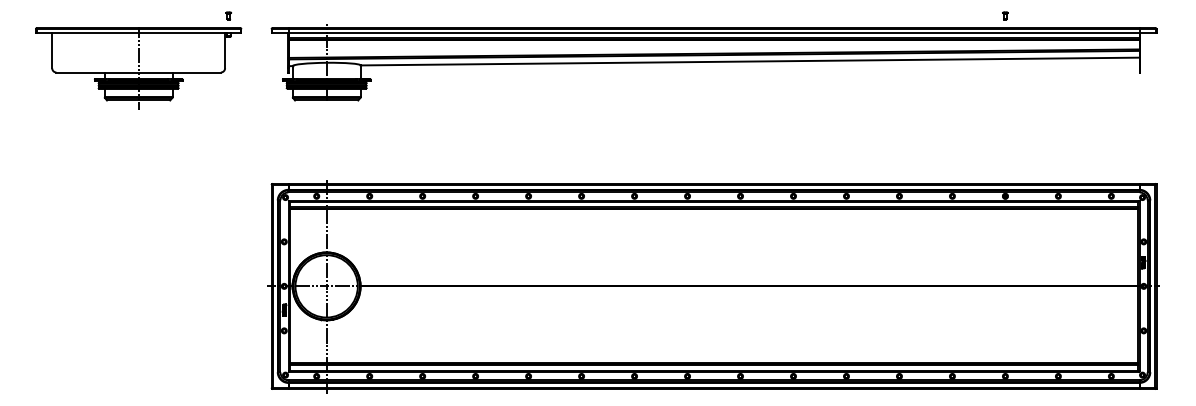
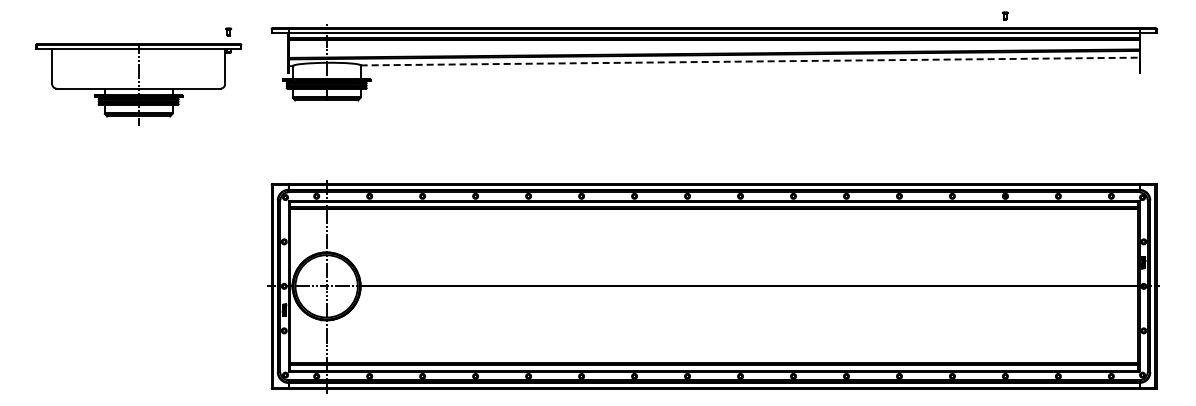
part at (138, 60) position: (138, 60) -> (138, 76)
line at (750, 61): solid -> dashed
